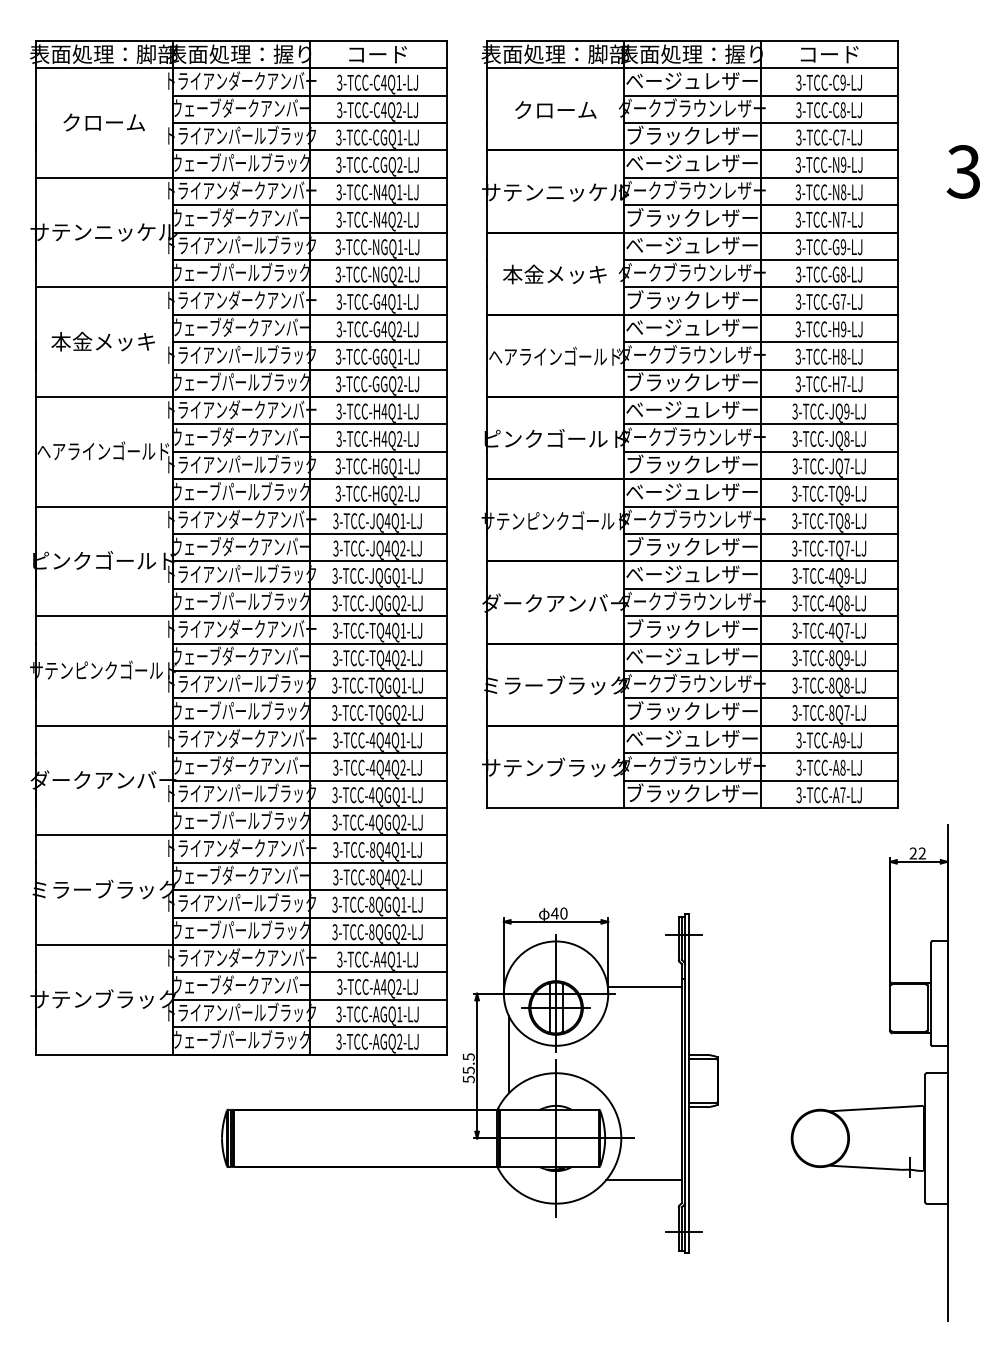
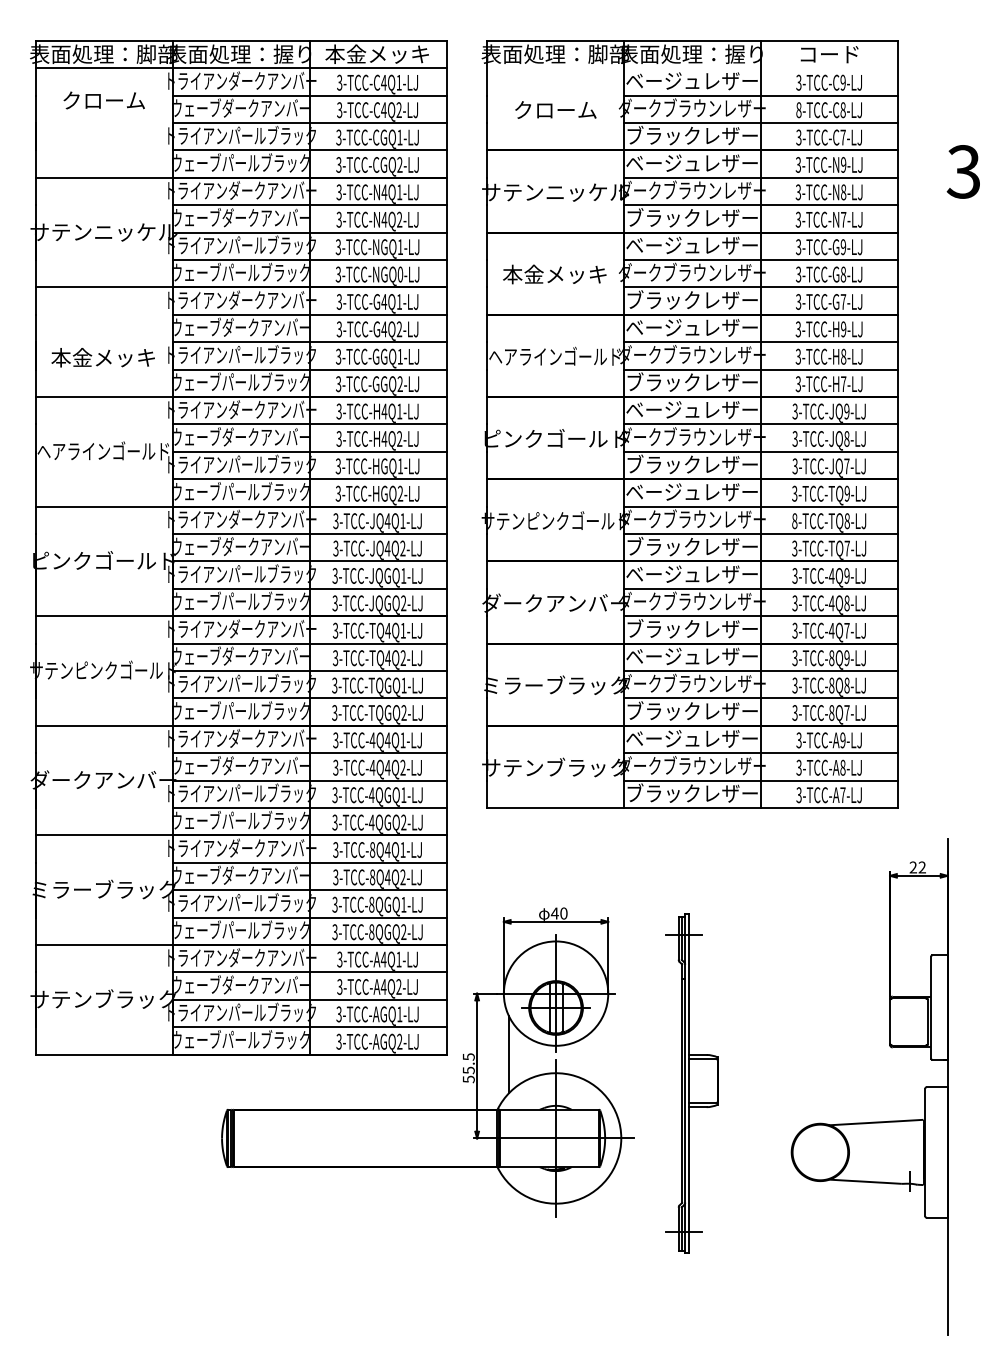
text at (376, 53): コード -> 本金メッキ
line at (692, 68): present -> none
text at (798, 109): 3-TCC-C8-LJ -> 8-TCC-C8-LJ
text at (103, 122) position: (103, 122) -> (103, 100)
text at (400, 274): 3-TCC-NGQ2-LJ -> 3-TCC-NGQ0-LJ
text at (102, 341) position: (102, 341) -> (102, 357)
text at (794, 520): 3-TCC-TQ8-LJ -> 8-TCC-TQ8-LJ
line at (644, 987): present -> none
part at (871, 1107) position: (871, 1107) -> (871, 1121)
line at (644, 1180): present -> none
